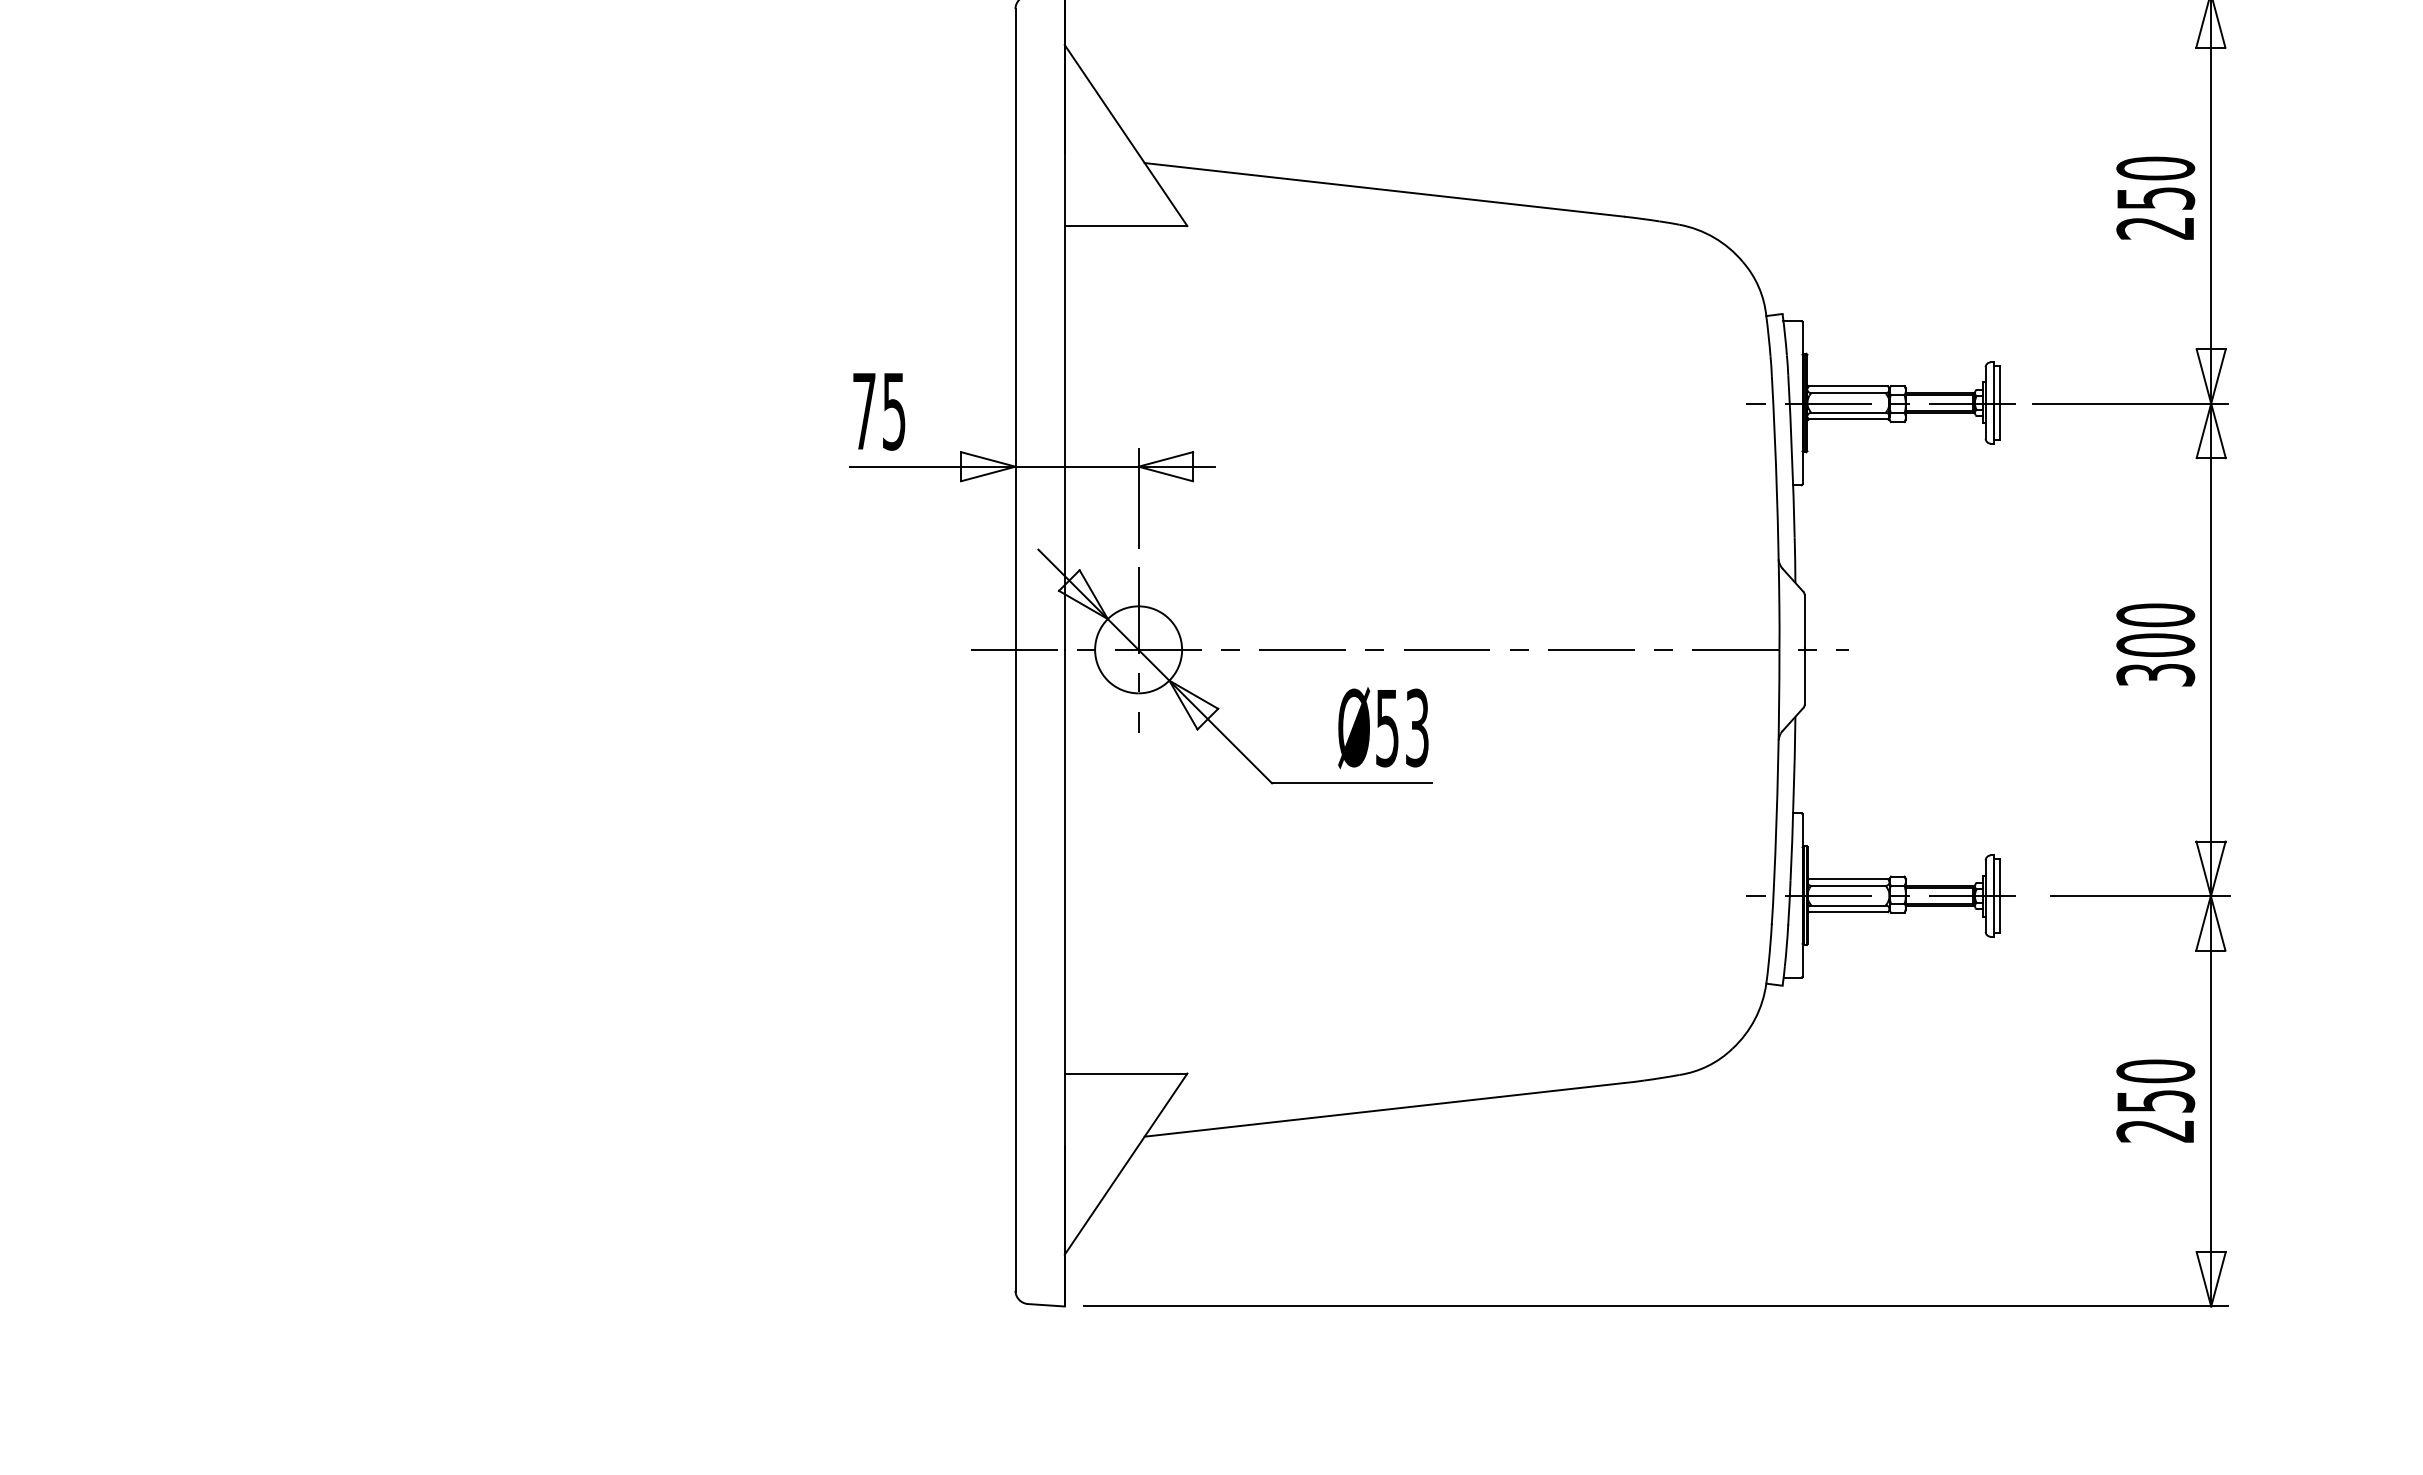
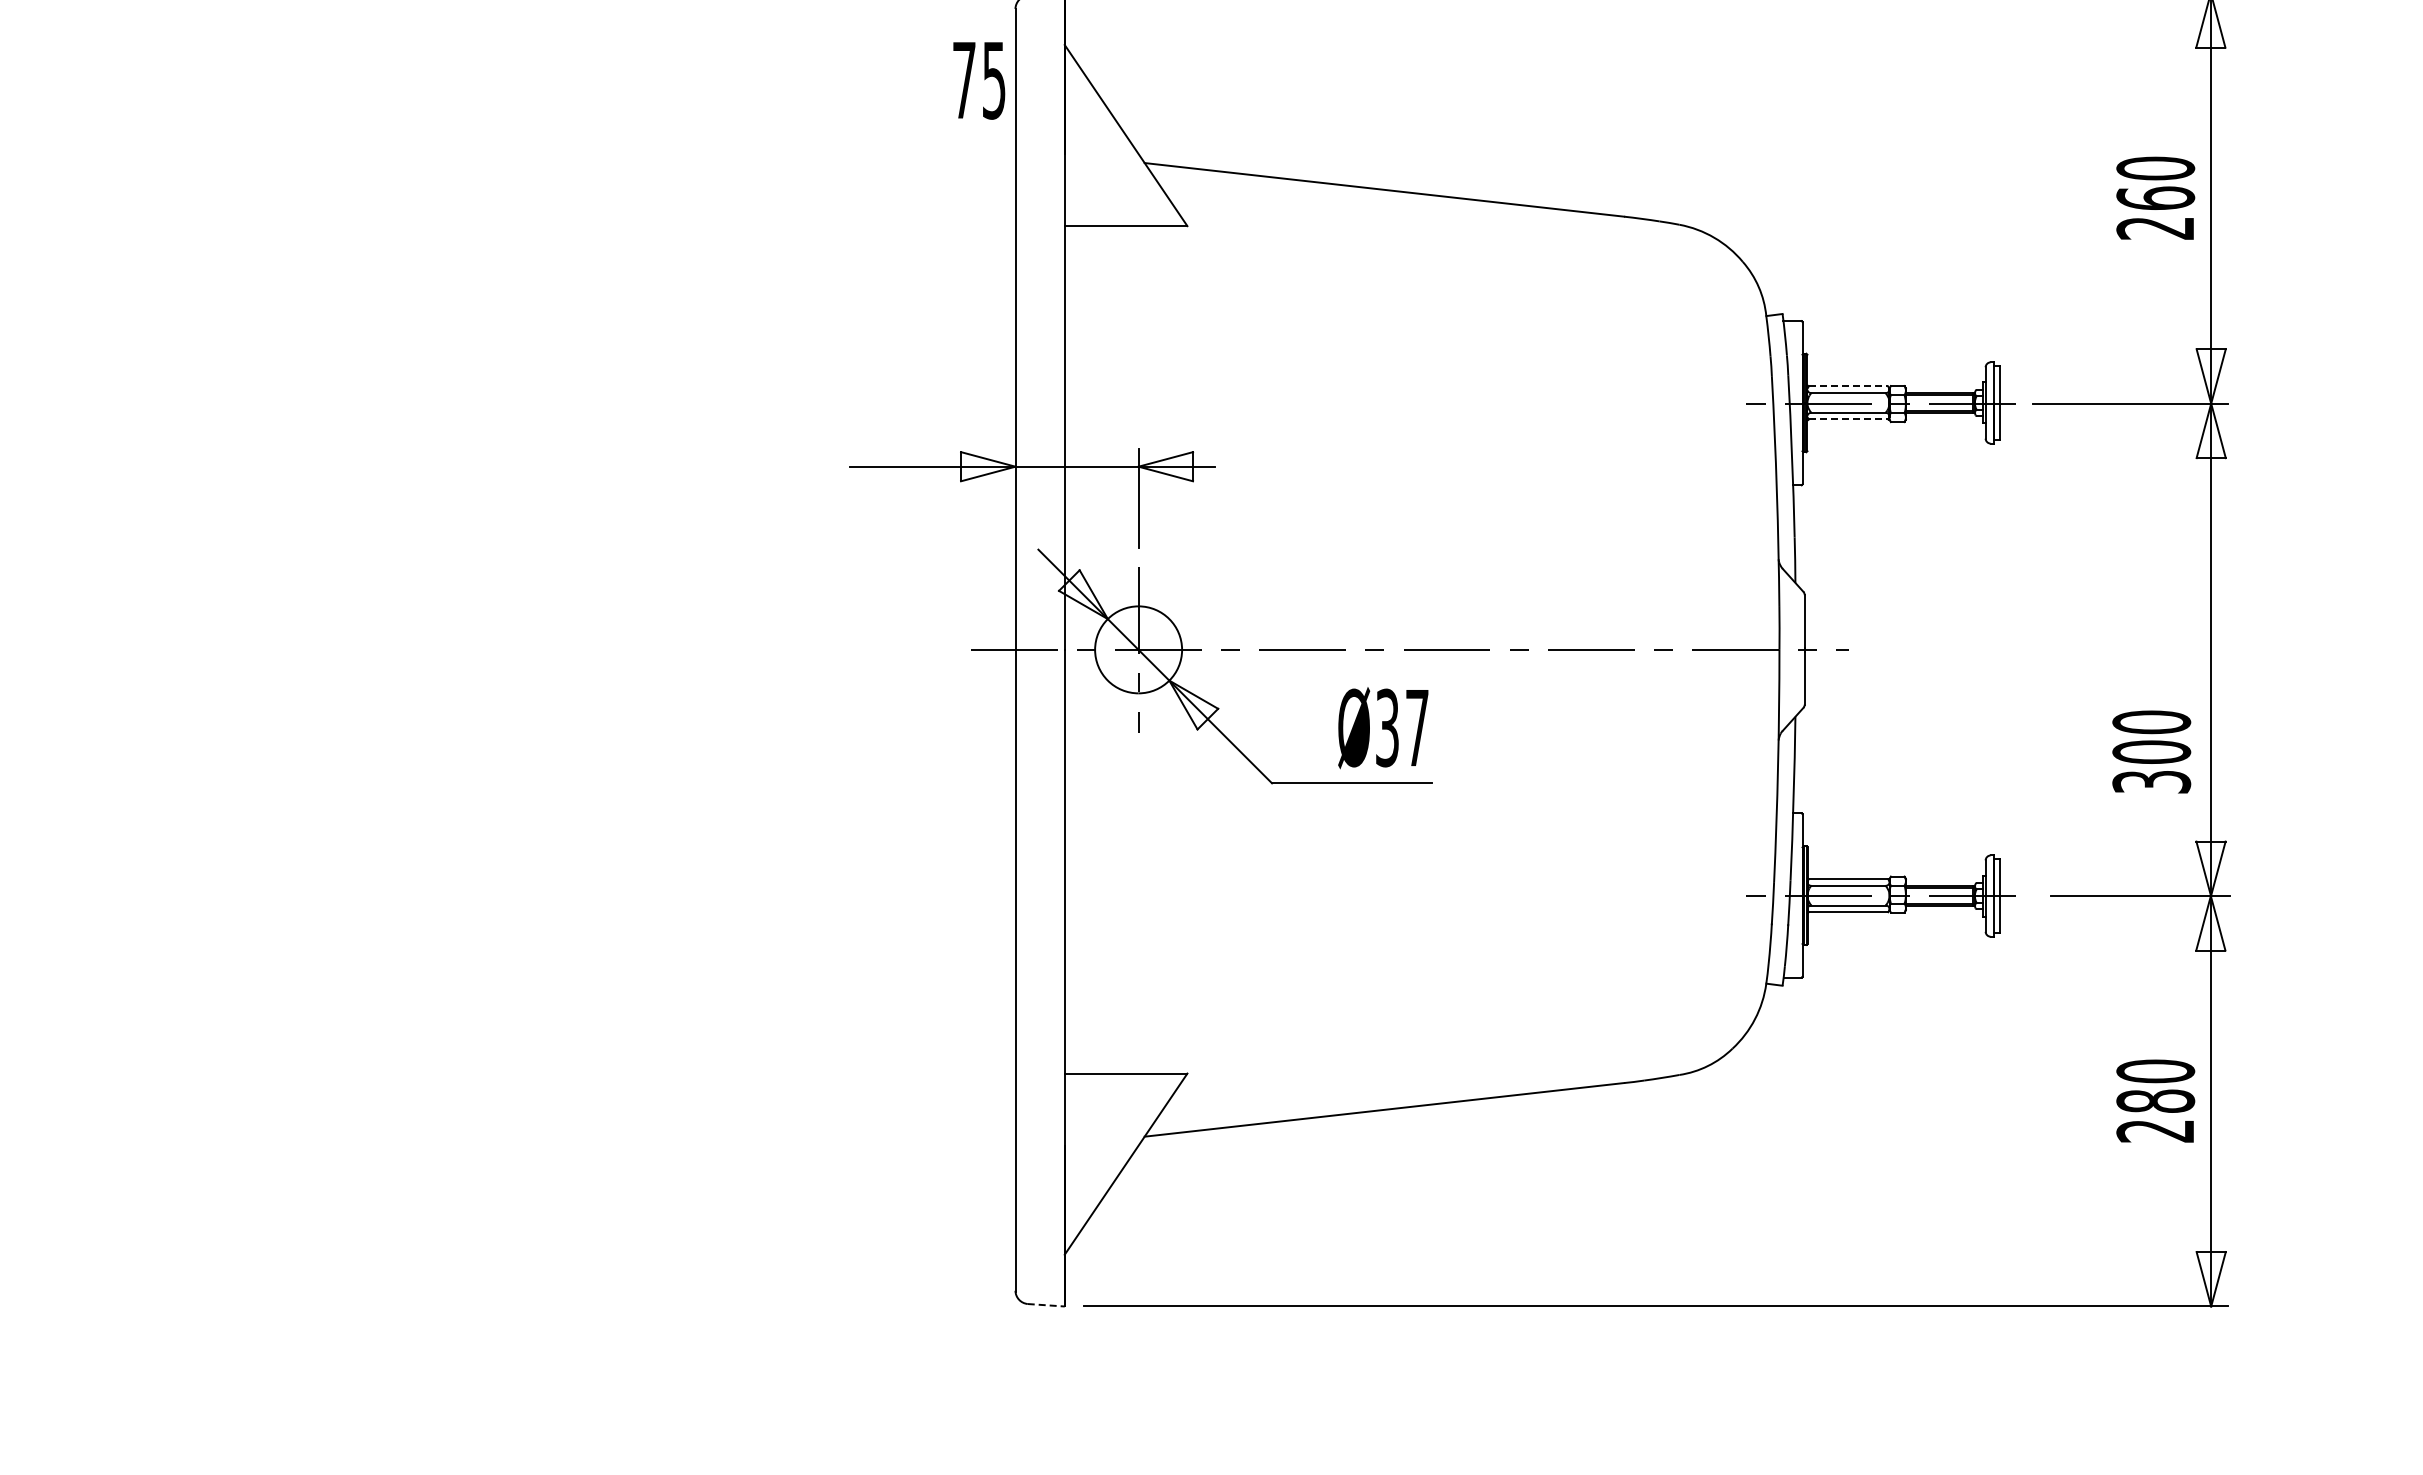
text at (2155, 197): 250 -> 260
line at (1848, 386): solid -> dashed
text at (879, 411) position: (879, 411) -> (979, 80)
line at (1848, 419): solid -> dashed
text at (2155, 644) position: (2155, 644) -> (2151, 751)
text at (1402, 727): Ø53 -> Ø37
text at (2155, 1100): 250 -> 280
line at (1046, 1305): solid -> dashed
